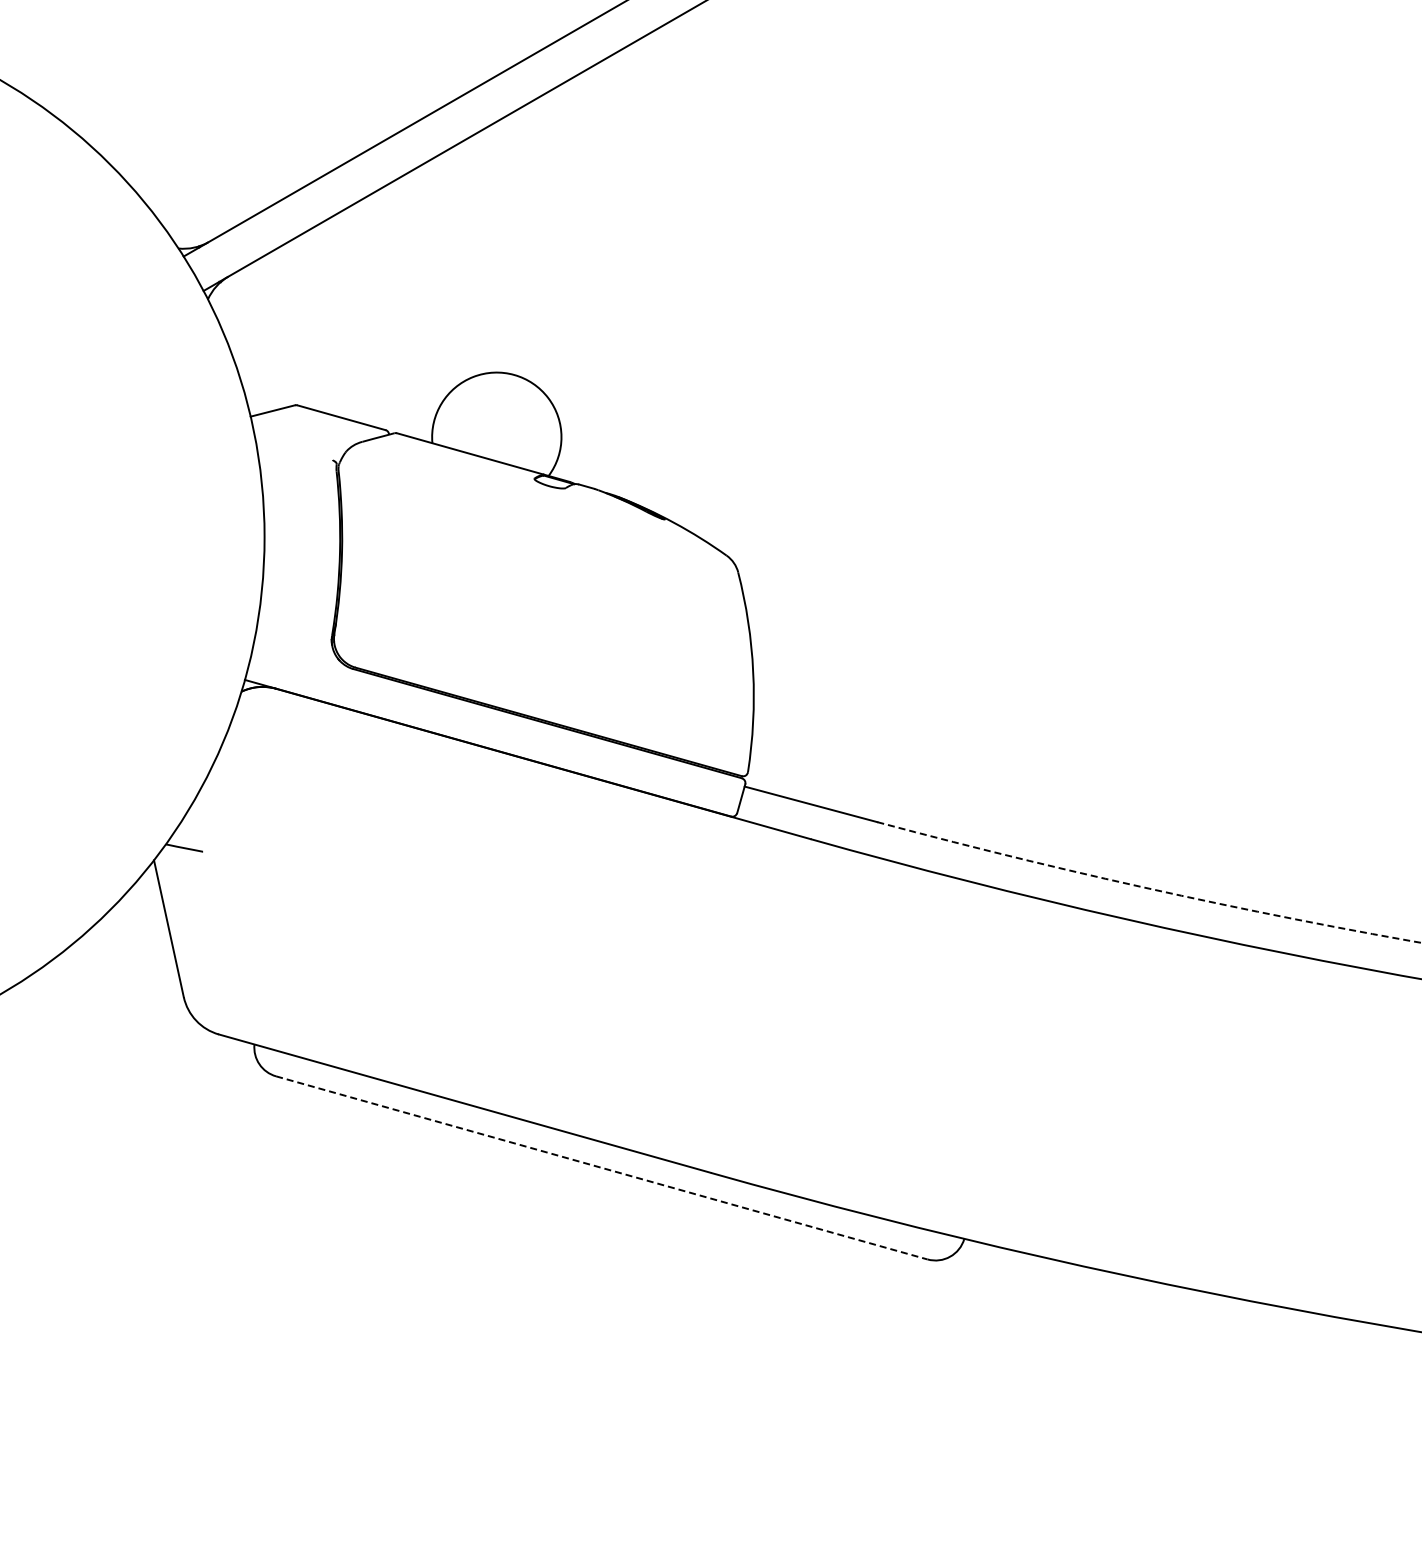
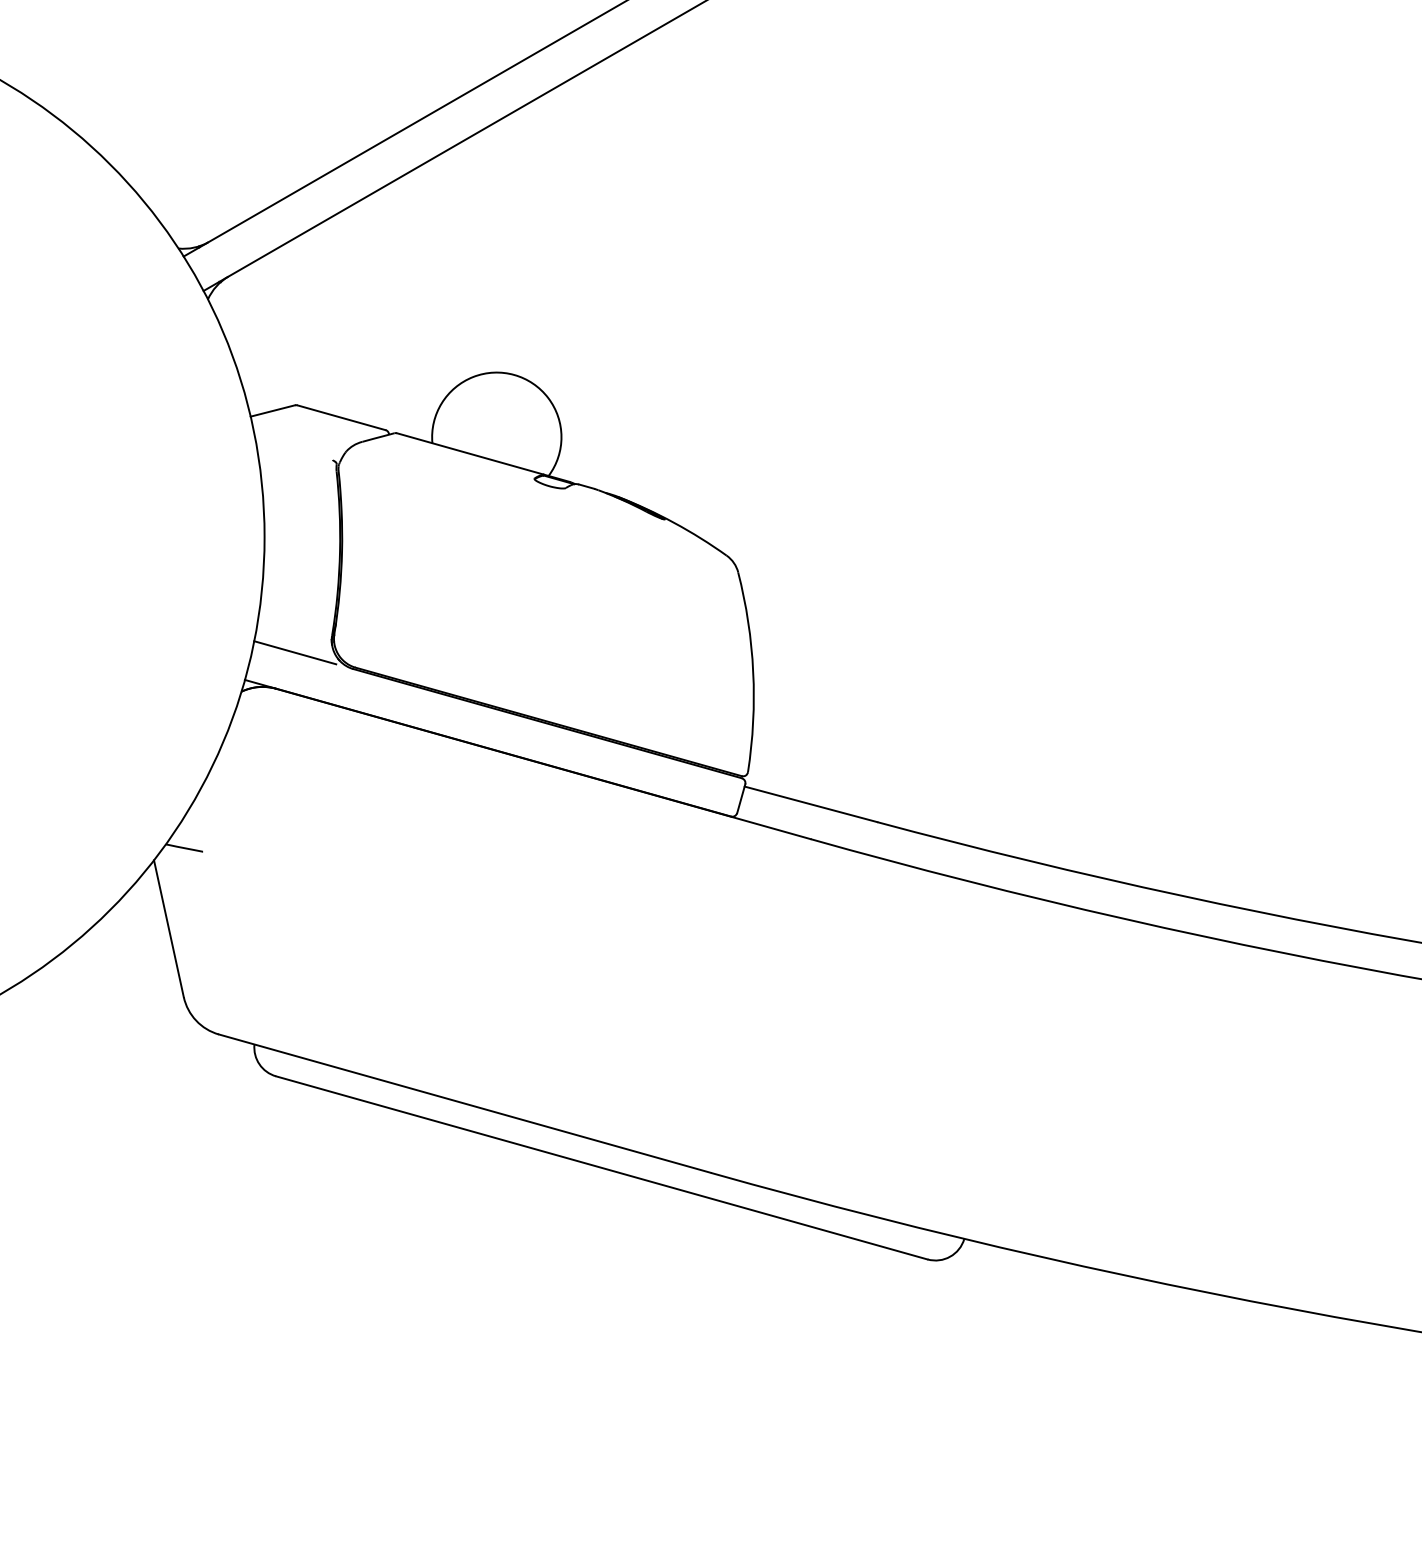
line at (295, 652): none -> present
arc at (1148, 888): dashed -> solid
line at (602, 1168): dashed -> solid
